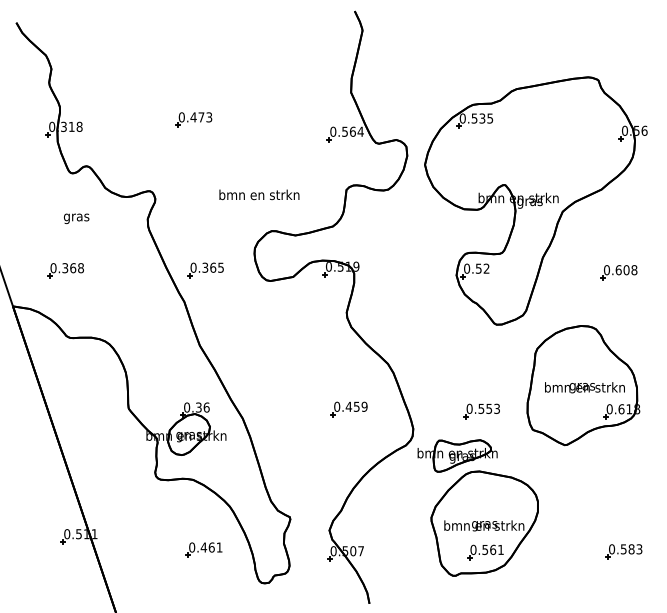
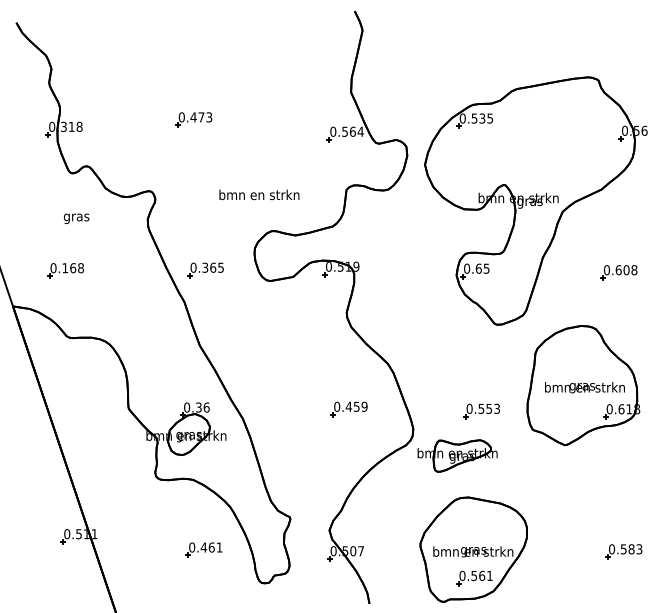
text at (65, 268): 0.368 -> 0.168
text at (482, 268): 0.52 -> 0.65
part at (484, 523) position: (484, 523) -> (473, 549)
